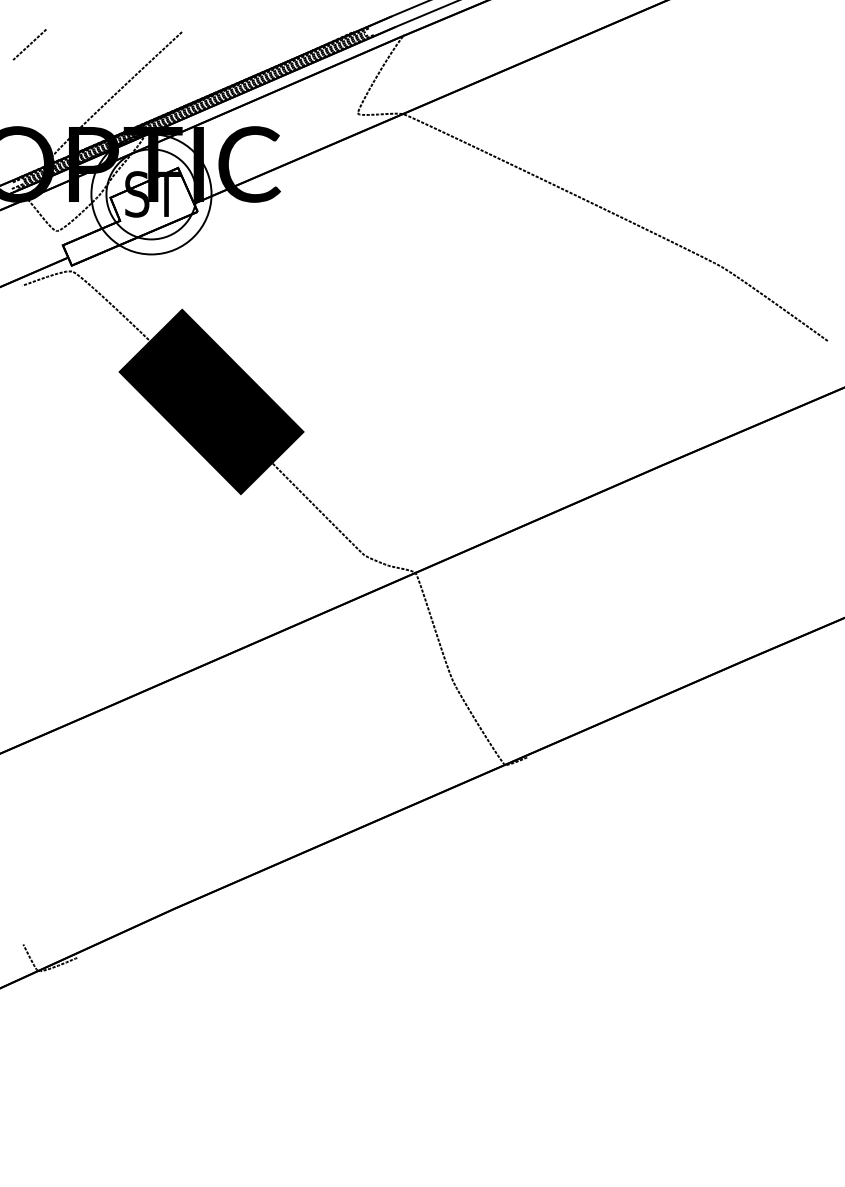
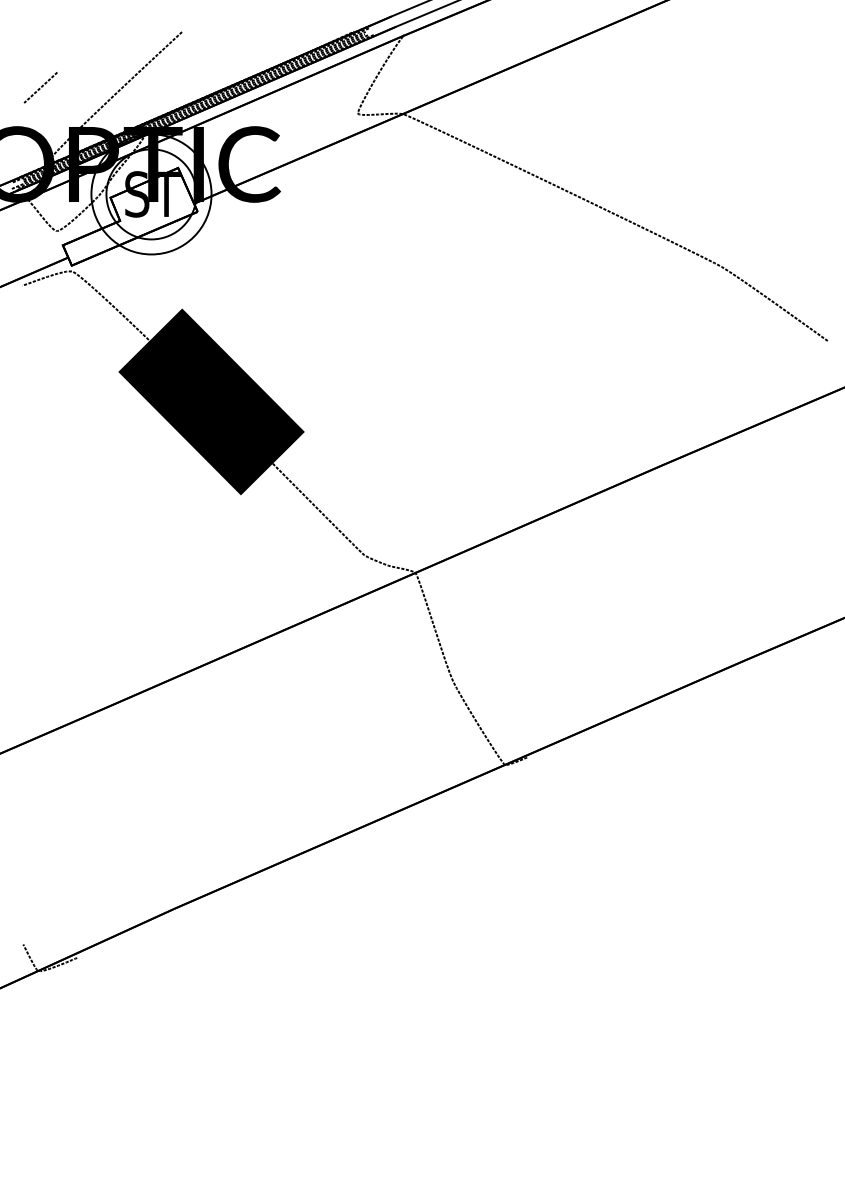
line at (29, 43) position: (29, 43) -> (40, 86)
